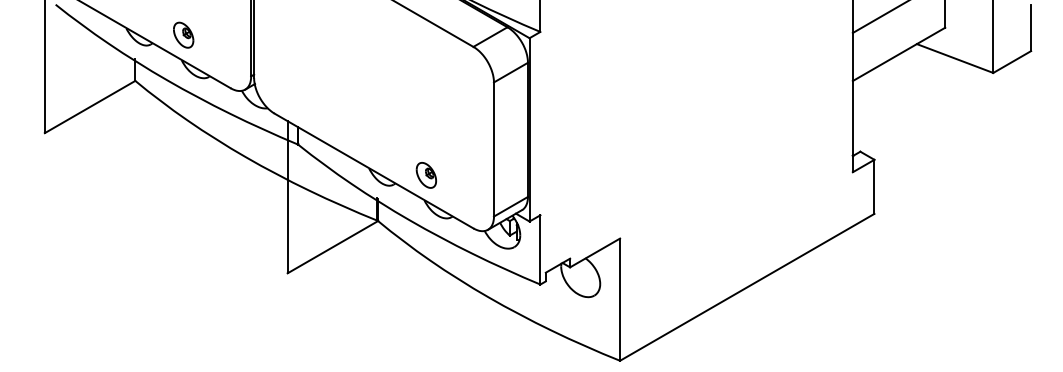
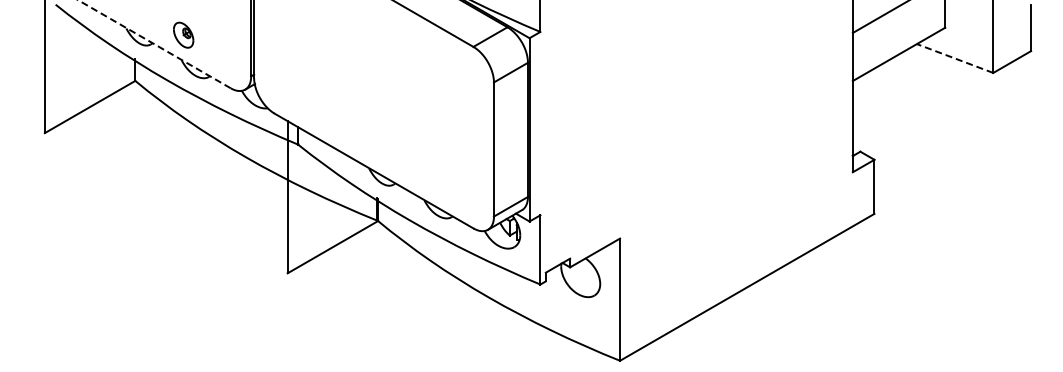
line at (154, 44): solid -> dashed
line at (955, 58): solid -> dashed
part at (425, 175): present -> none
